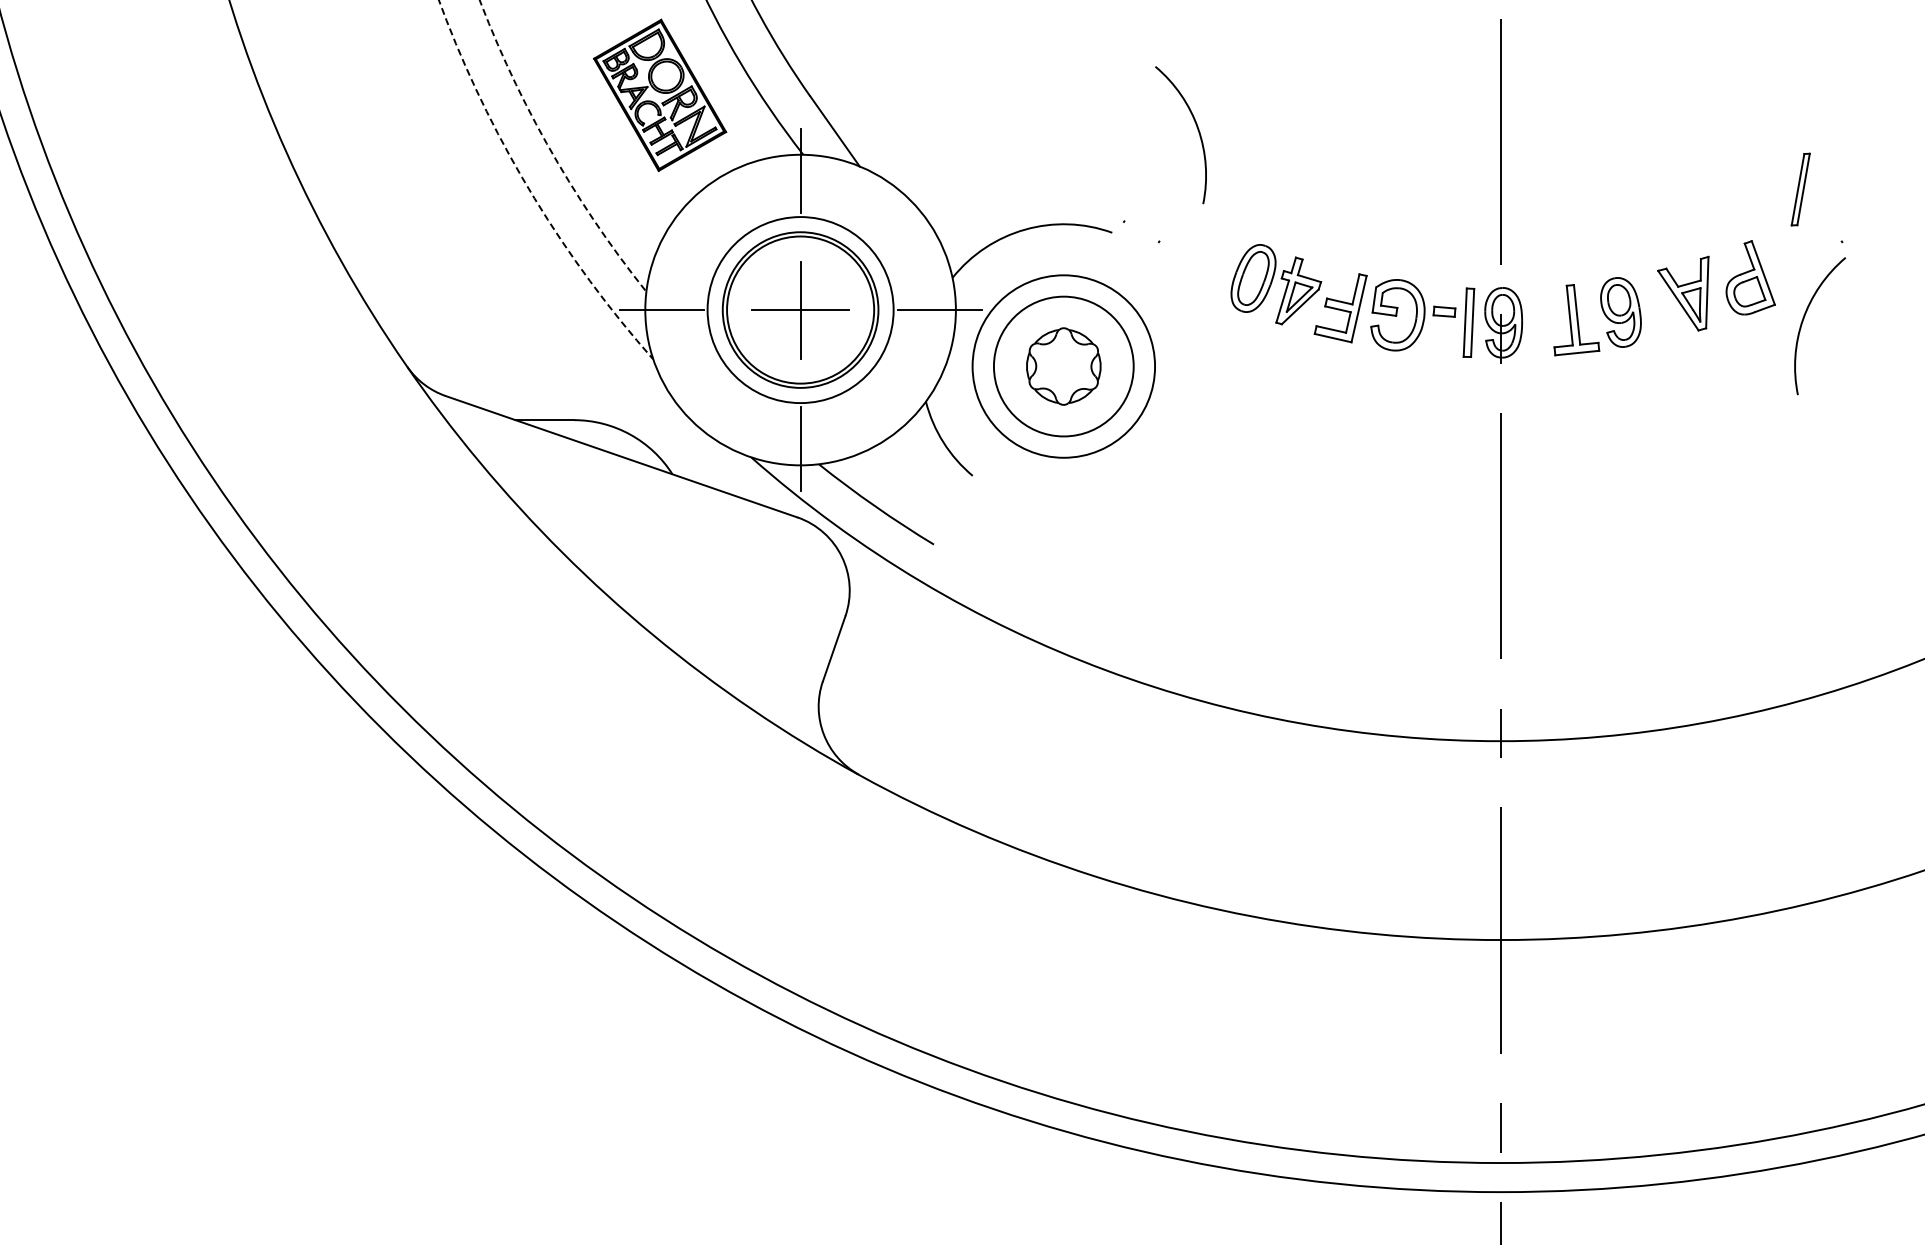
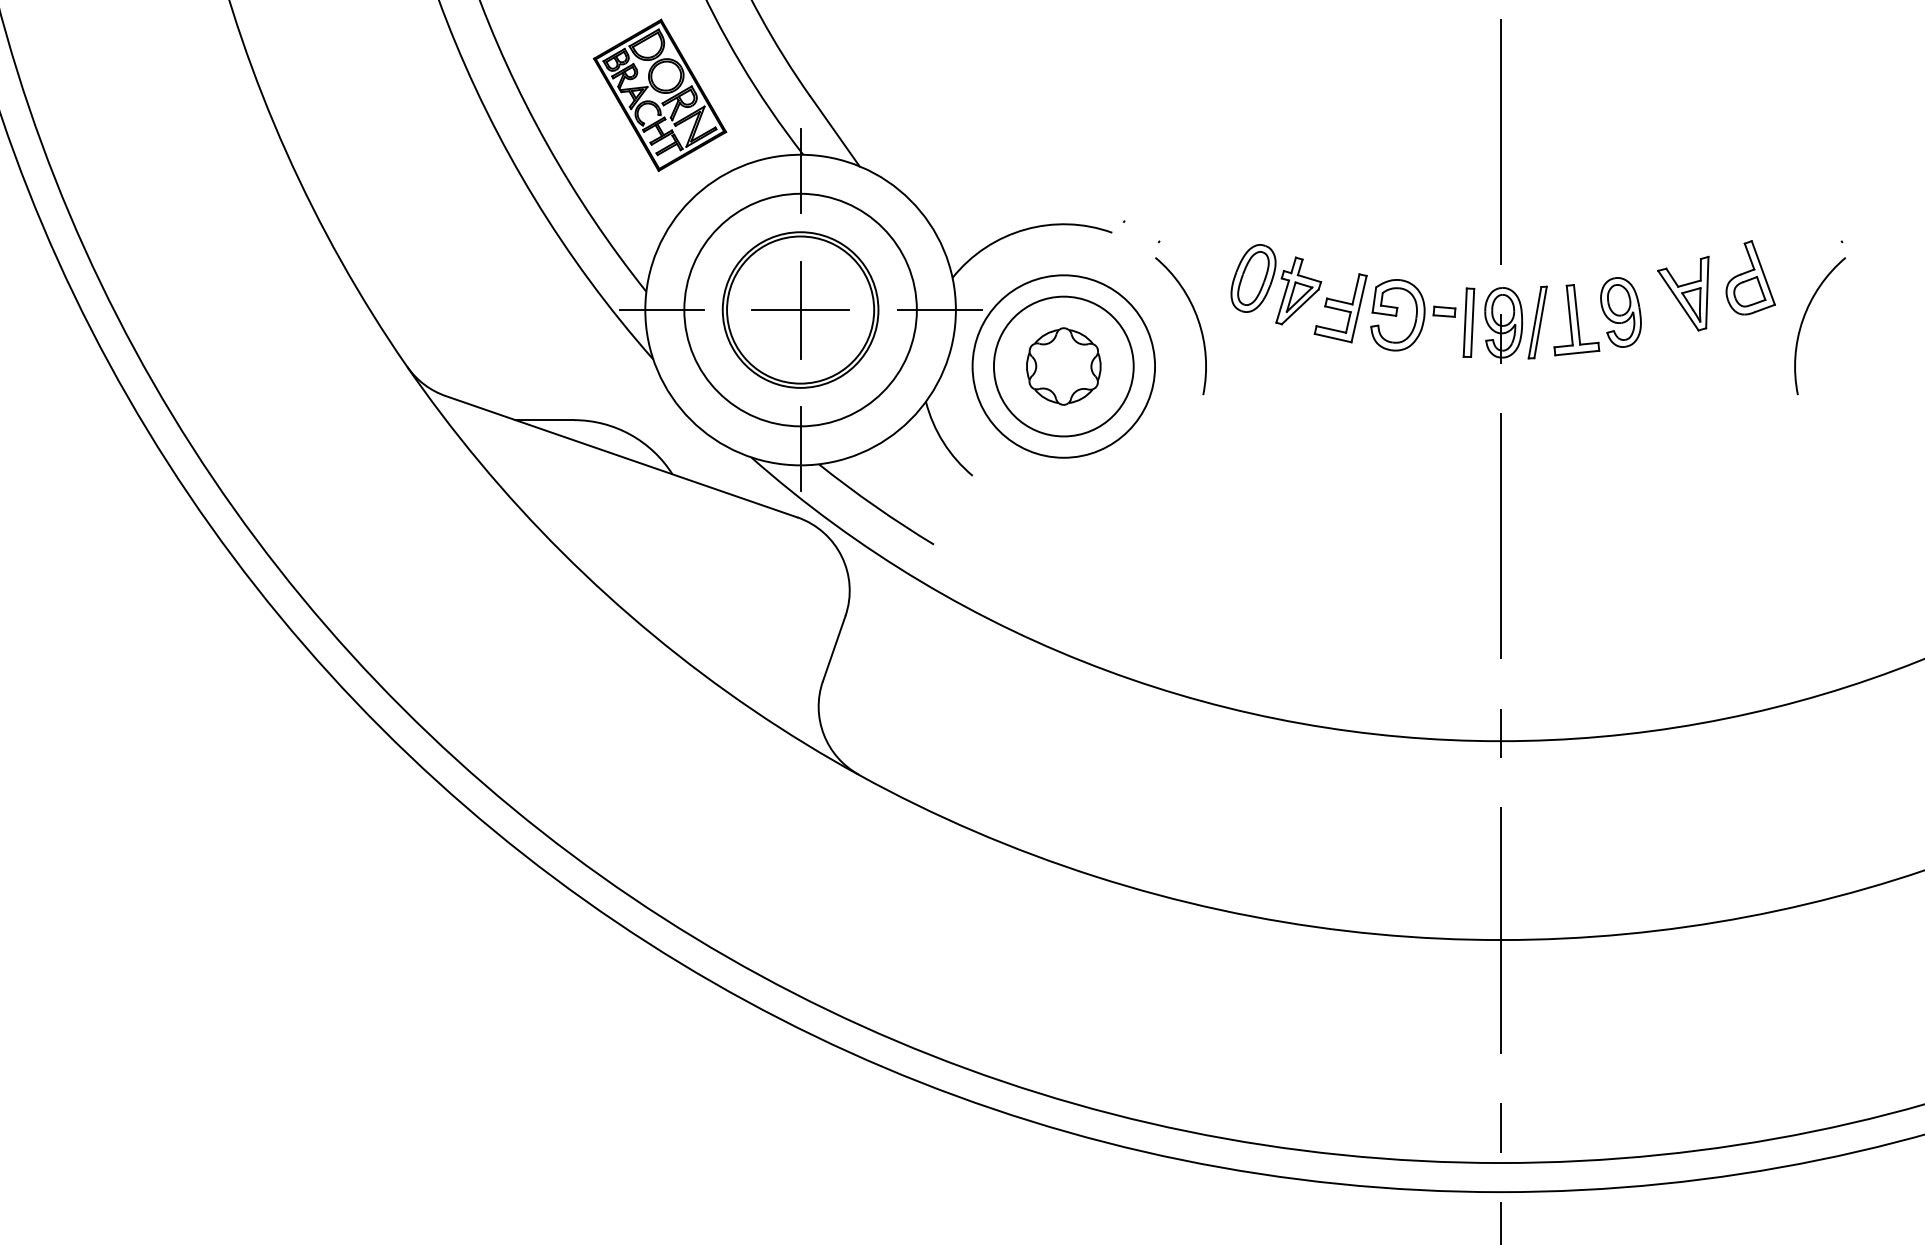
arc at (1197, 130) position: (1197, 130) -> (1197, 321)
arc at (551, 152): dashed -> solid
part at (1800, 189) position: (1800, 189) -> (1537, 322)
arc at (530, 190): dashed -> solid
circle at (800, 310) diameter: 186 px -> 233 px
